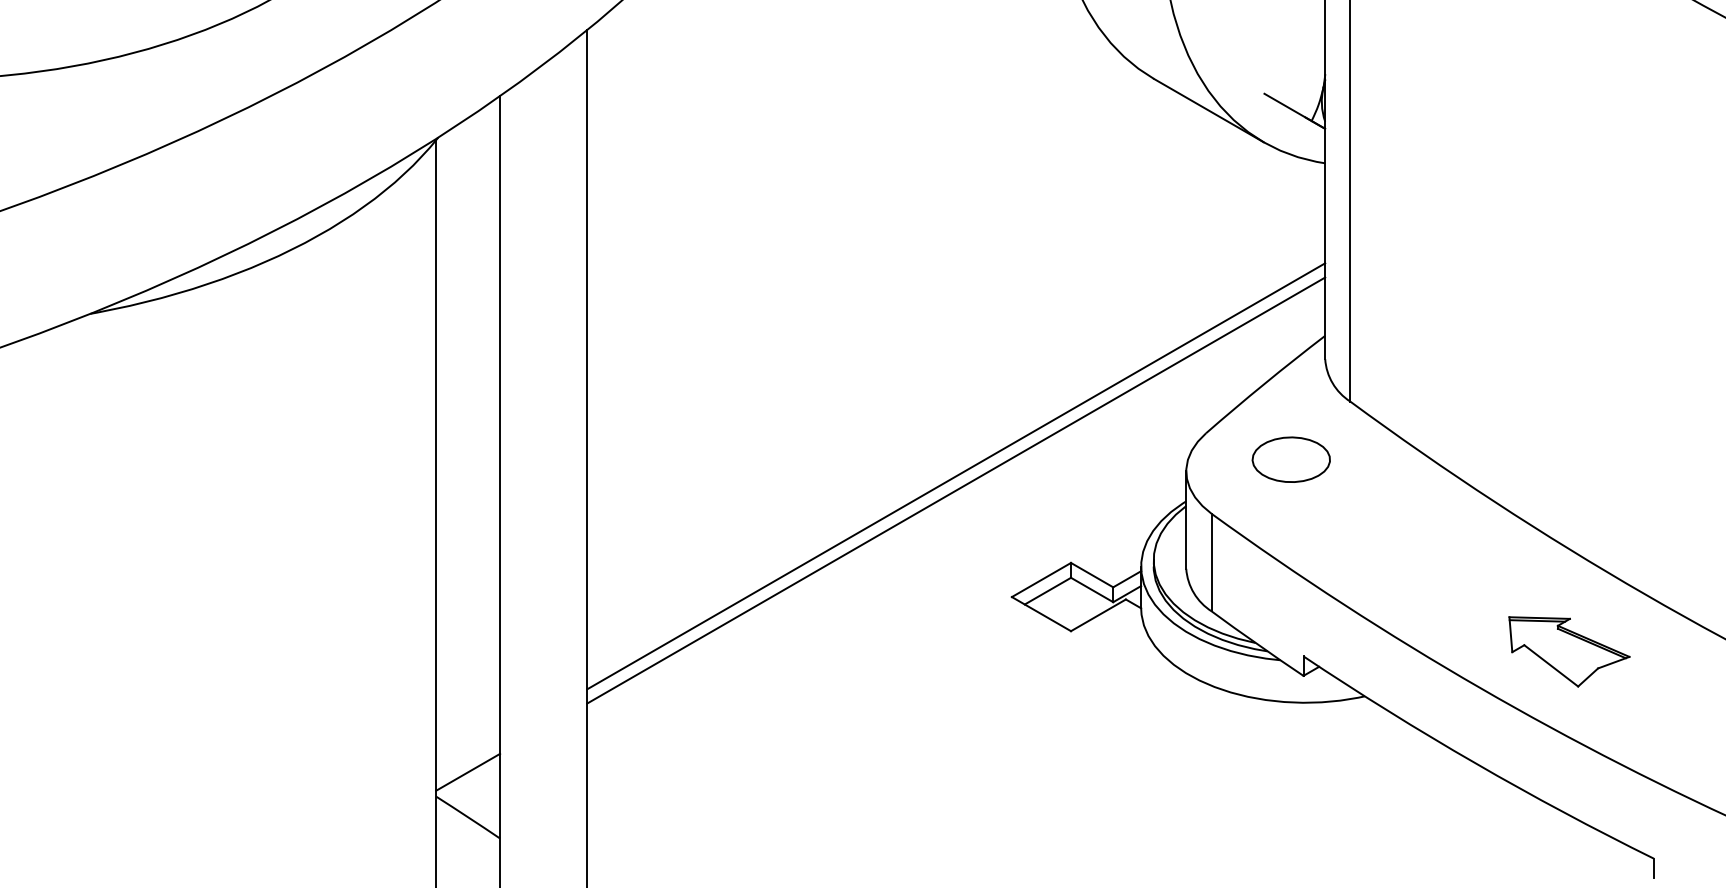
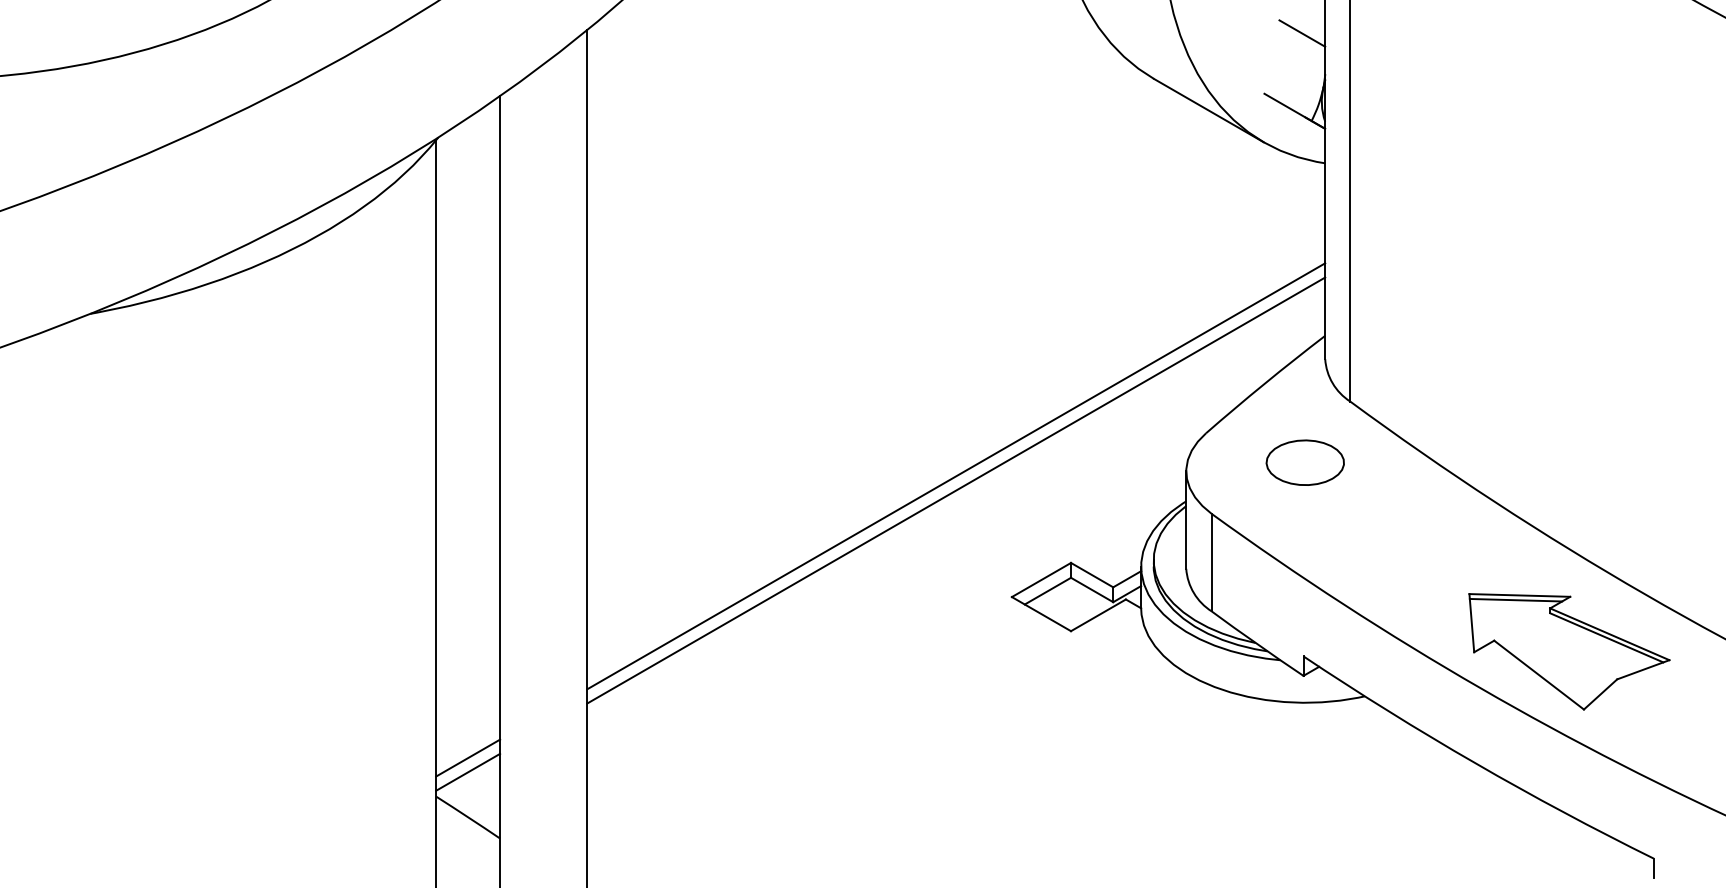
line at (1302, 33): none -> present
part at (1290, 459) position: (1290, 459) -> (1304, 462)
part at (1569, 651) size: 123x72 px -> 203x118 px
line at (468, 757): none -> present
